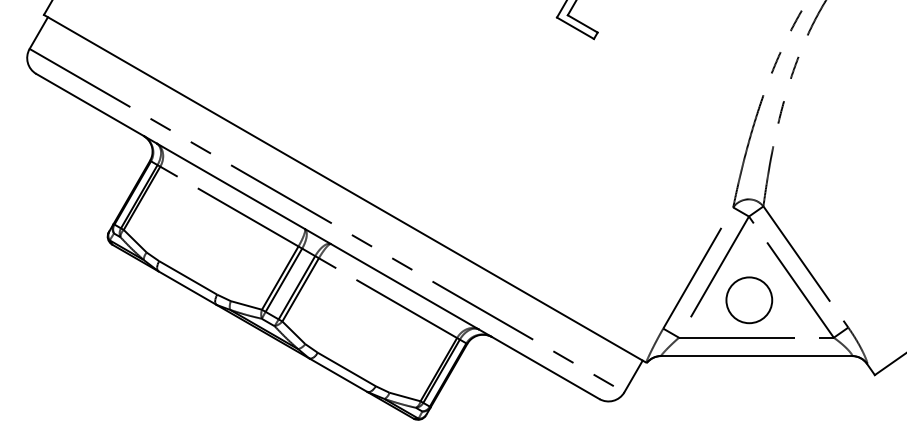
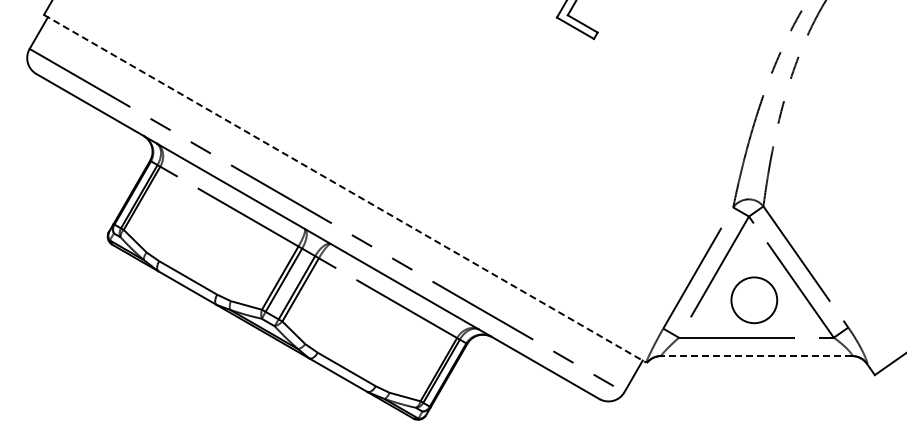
line at (345, 188): solid -> dashed
circle at (749, 300) position: (749, 300) -> (754, 300)
line at (756, 356): solid -> dashed
